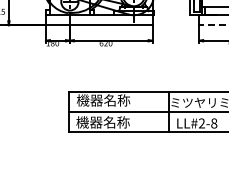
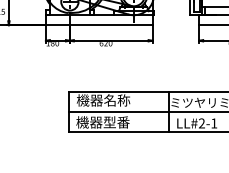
line at (213, 25): dashed -> solid
text at (116, 122): 機器名称 -> 機器型番
text at (214, 123): LL#2-8 -> LL#2-1
